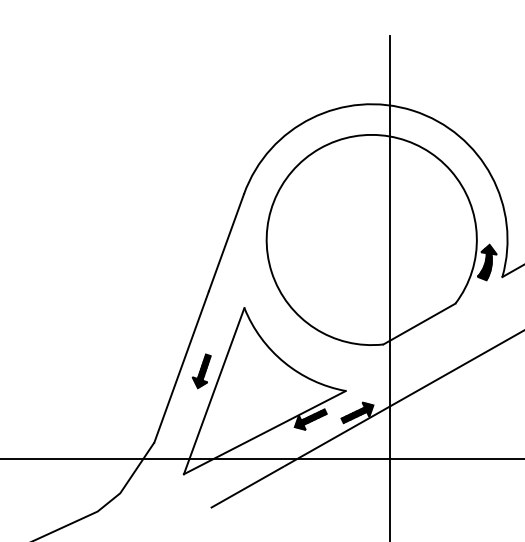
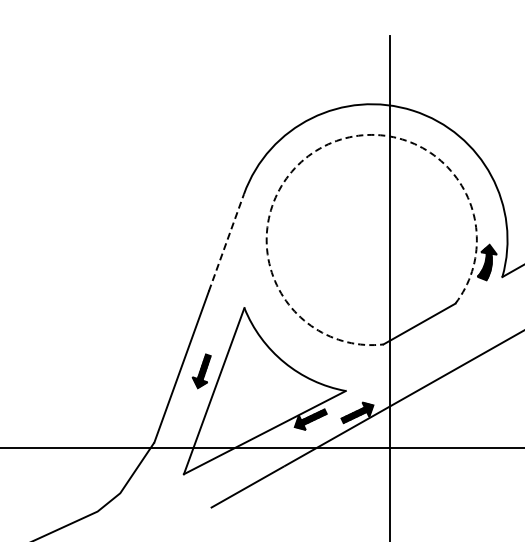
arc at (319, 148): solid -> dashed
line at (226, 242): solid -> dashed
line at (261, 458) position: (261, 458) -> (261, 447)
